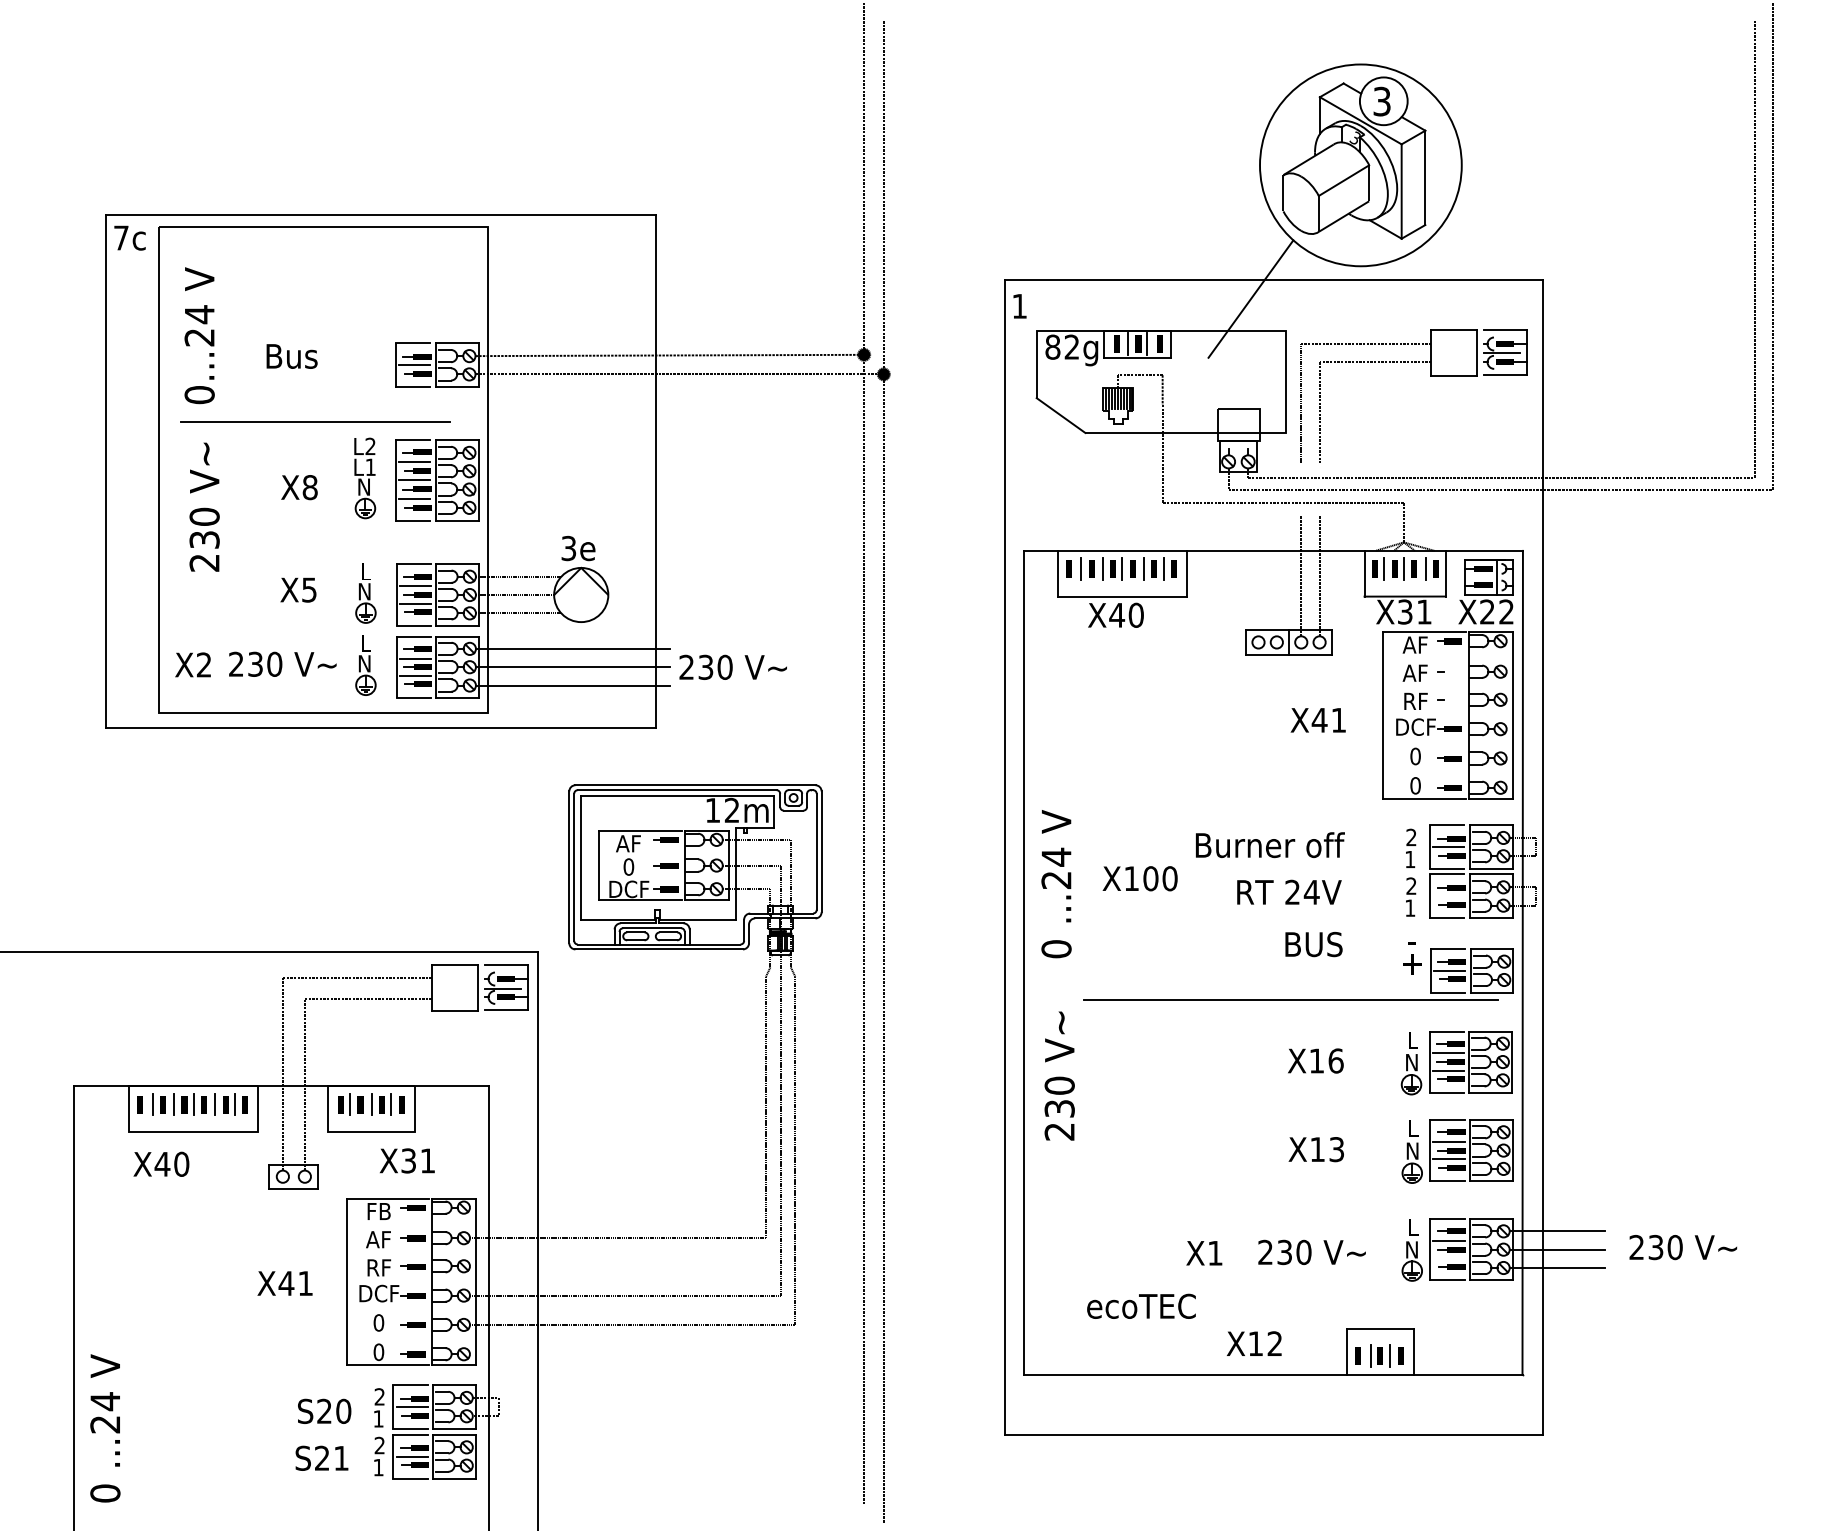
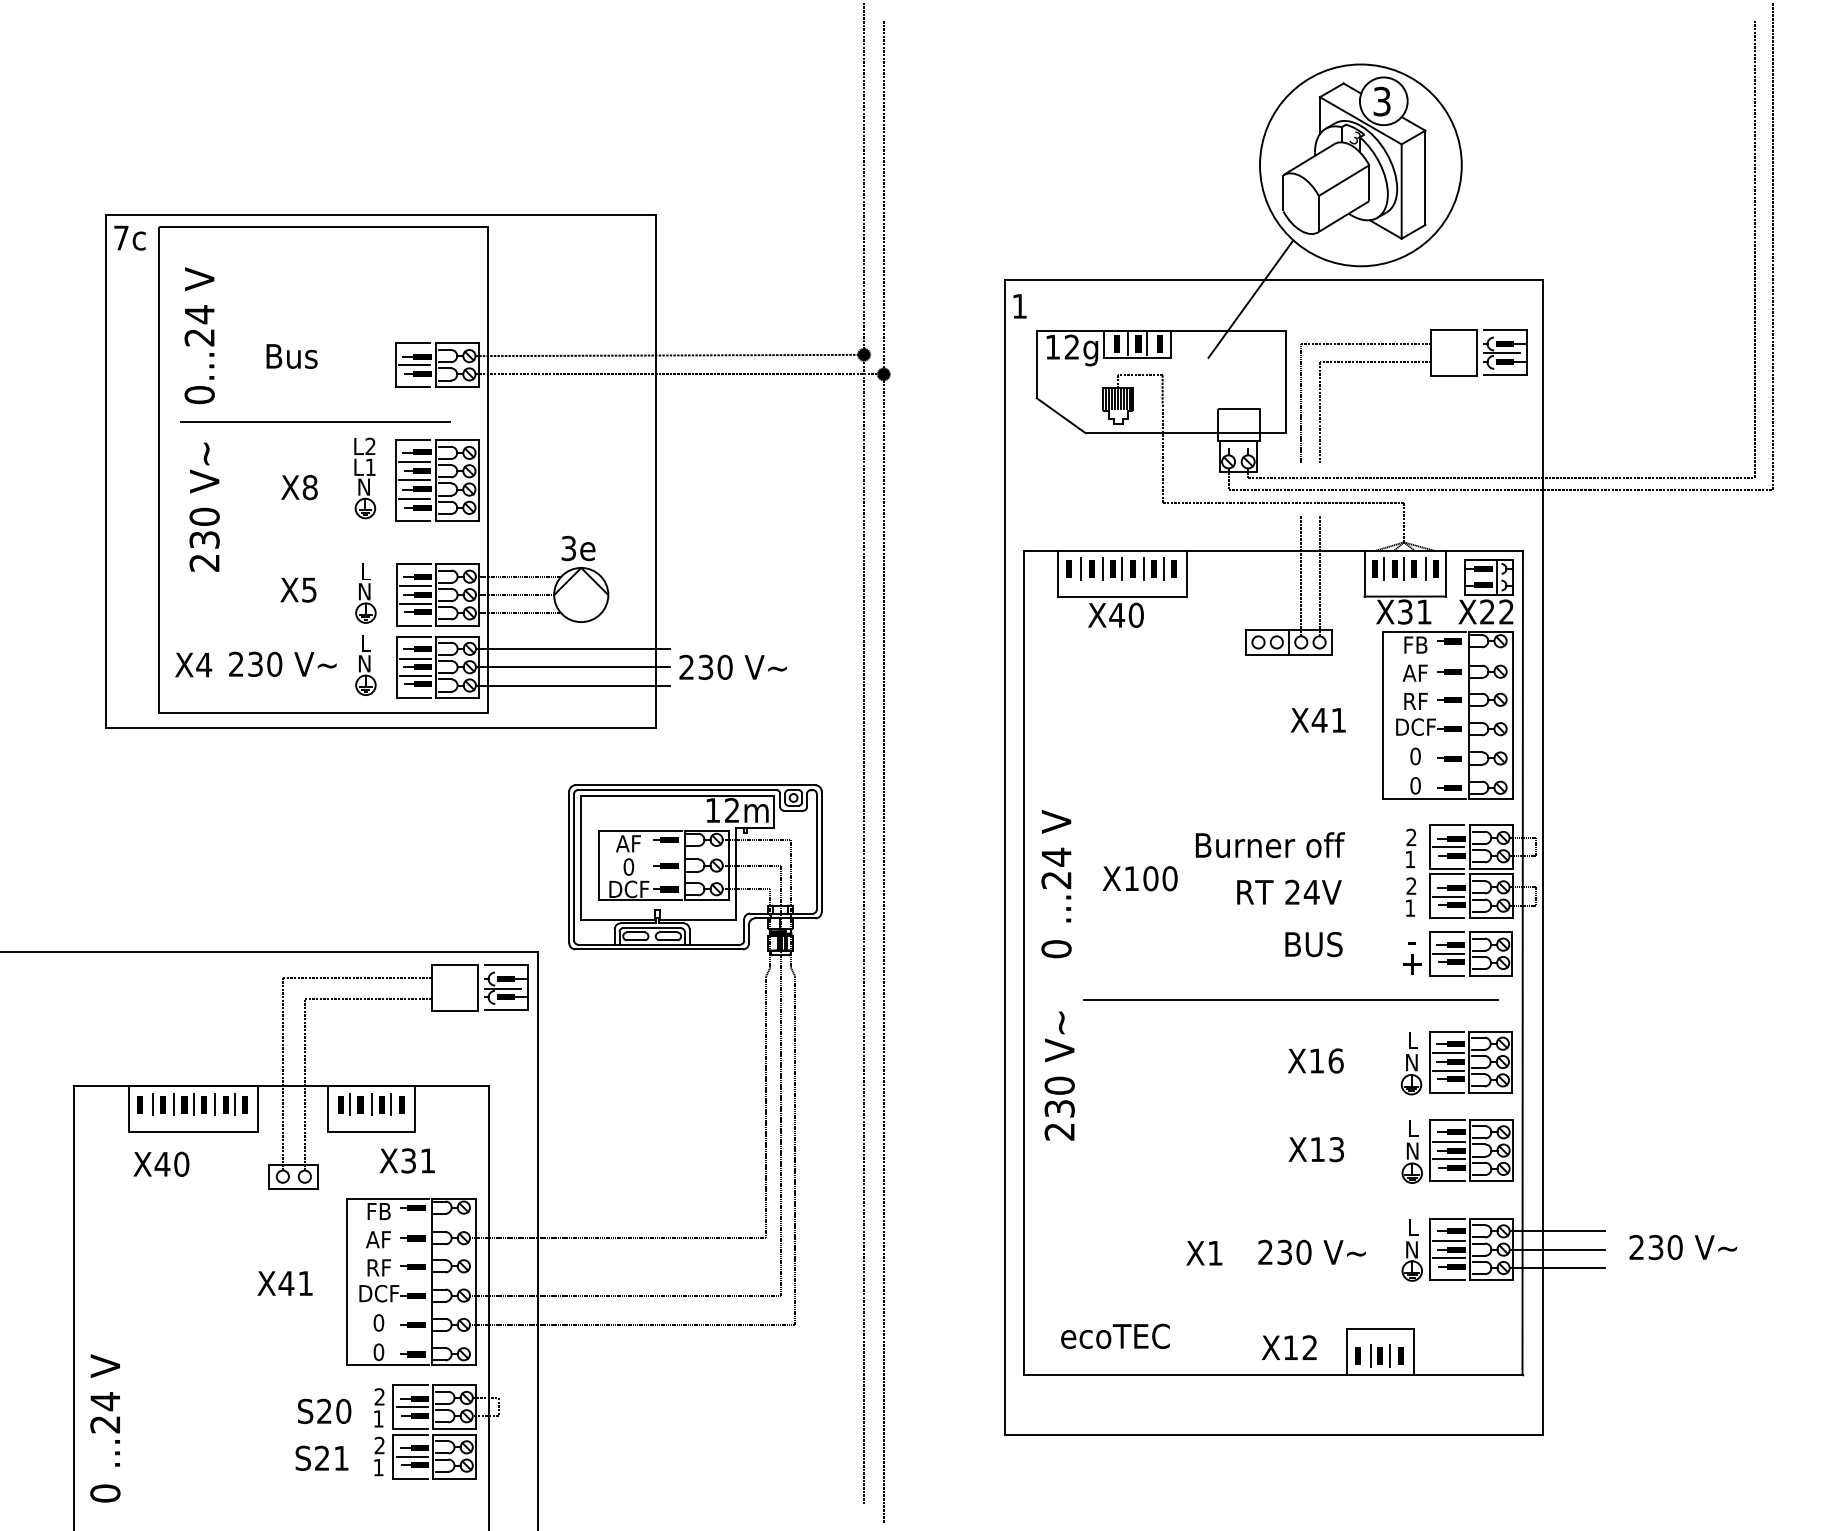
text at (1052, 346): 82g -> 12g
text at (1414, 644): AF -> FB
text at (204, 664): X2 -> X4
fill at (1453, 671): none -> present
fill at (1453, 700): none -> present
line at (1448, 896): none -> present
part at (1471, 970) position: (1471, 970) -> (1470, 953)
line at (1448, 1258): none -> present
text at (1141, 1305) position: (1141, 1305) -> (1115, 1335)
text at (1253, 1343) position: (1253, 1343) -> (1288, 1347)
